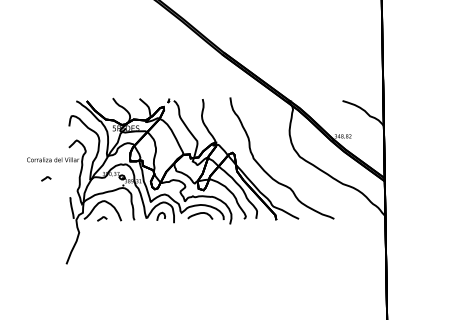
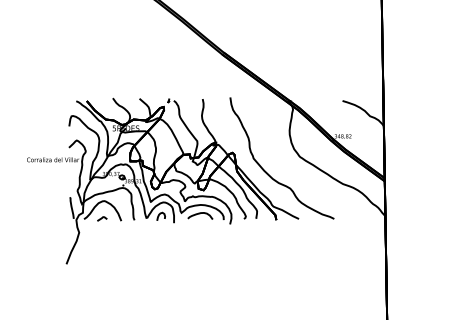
part at (46, 178): present -> none
